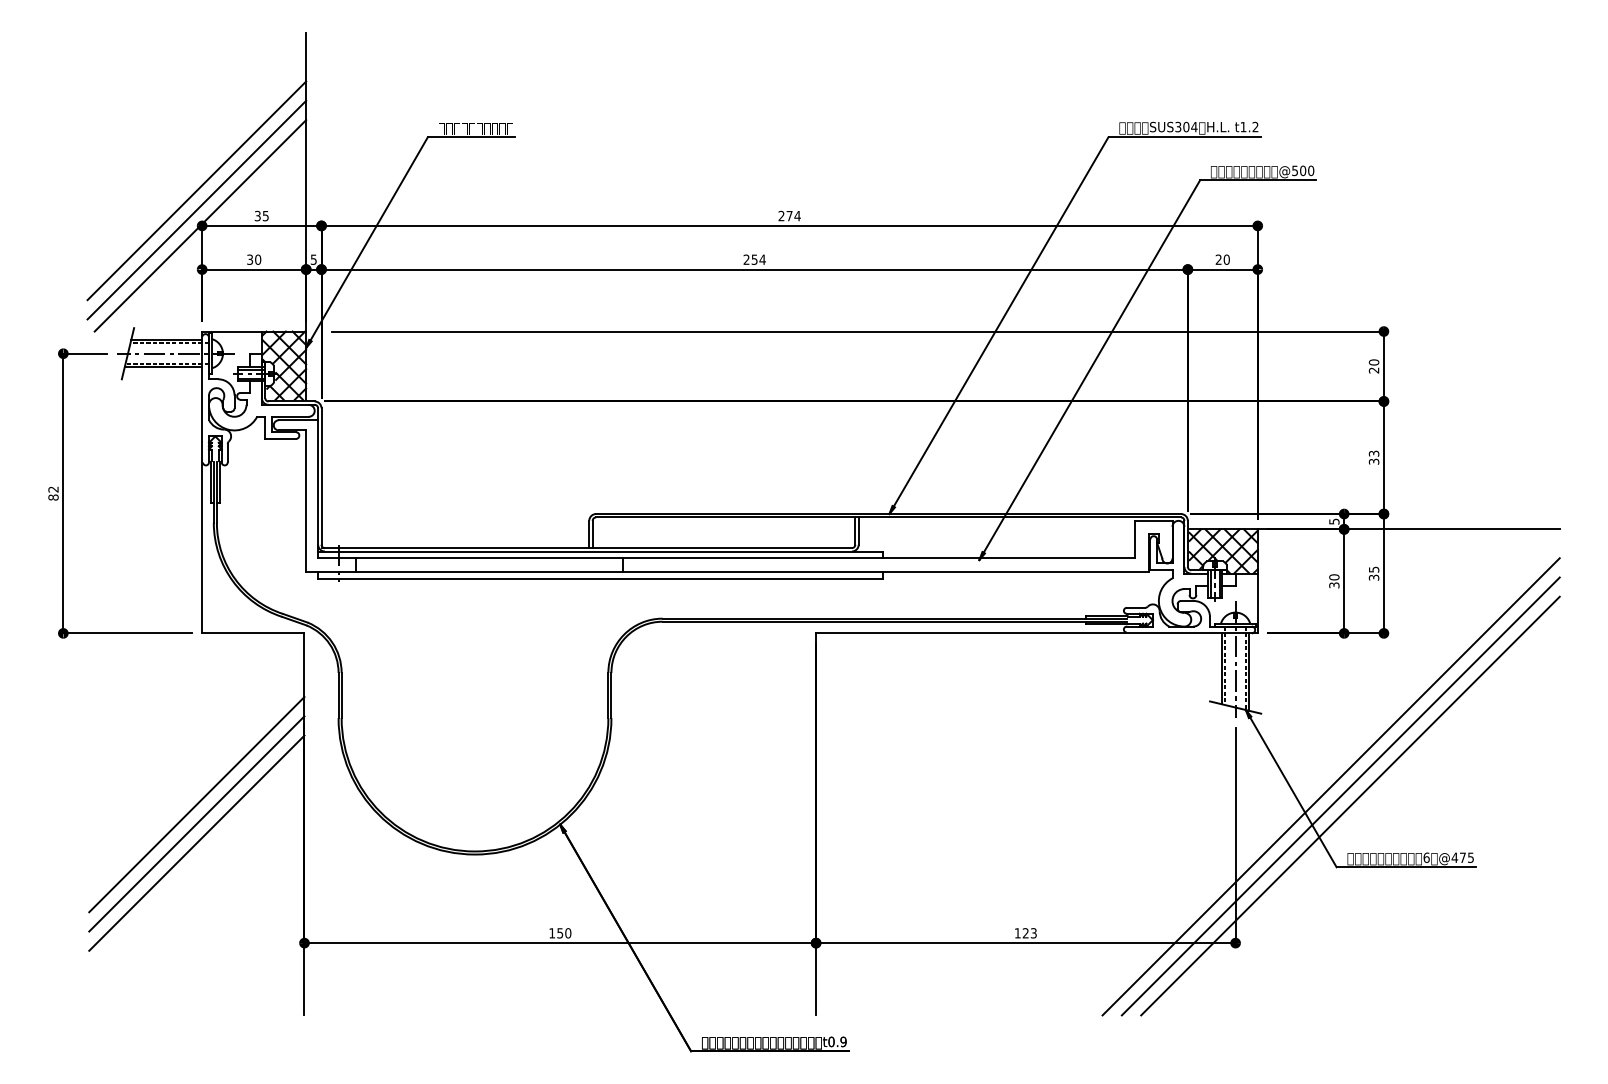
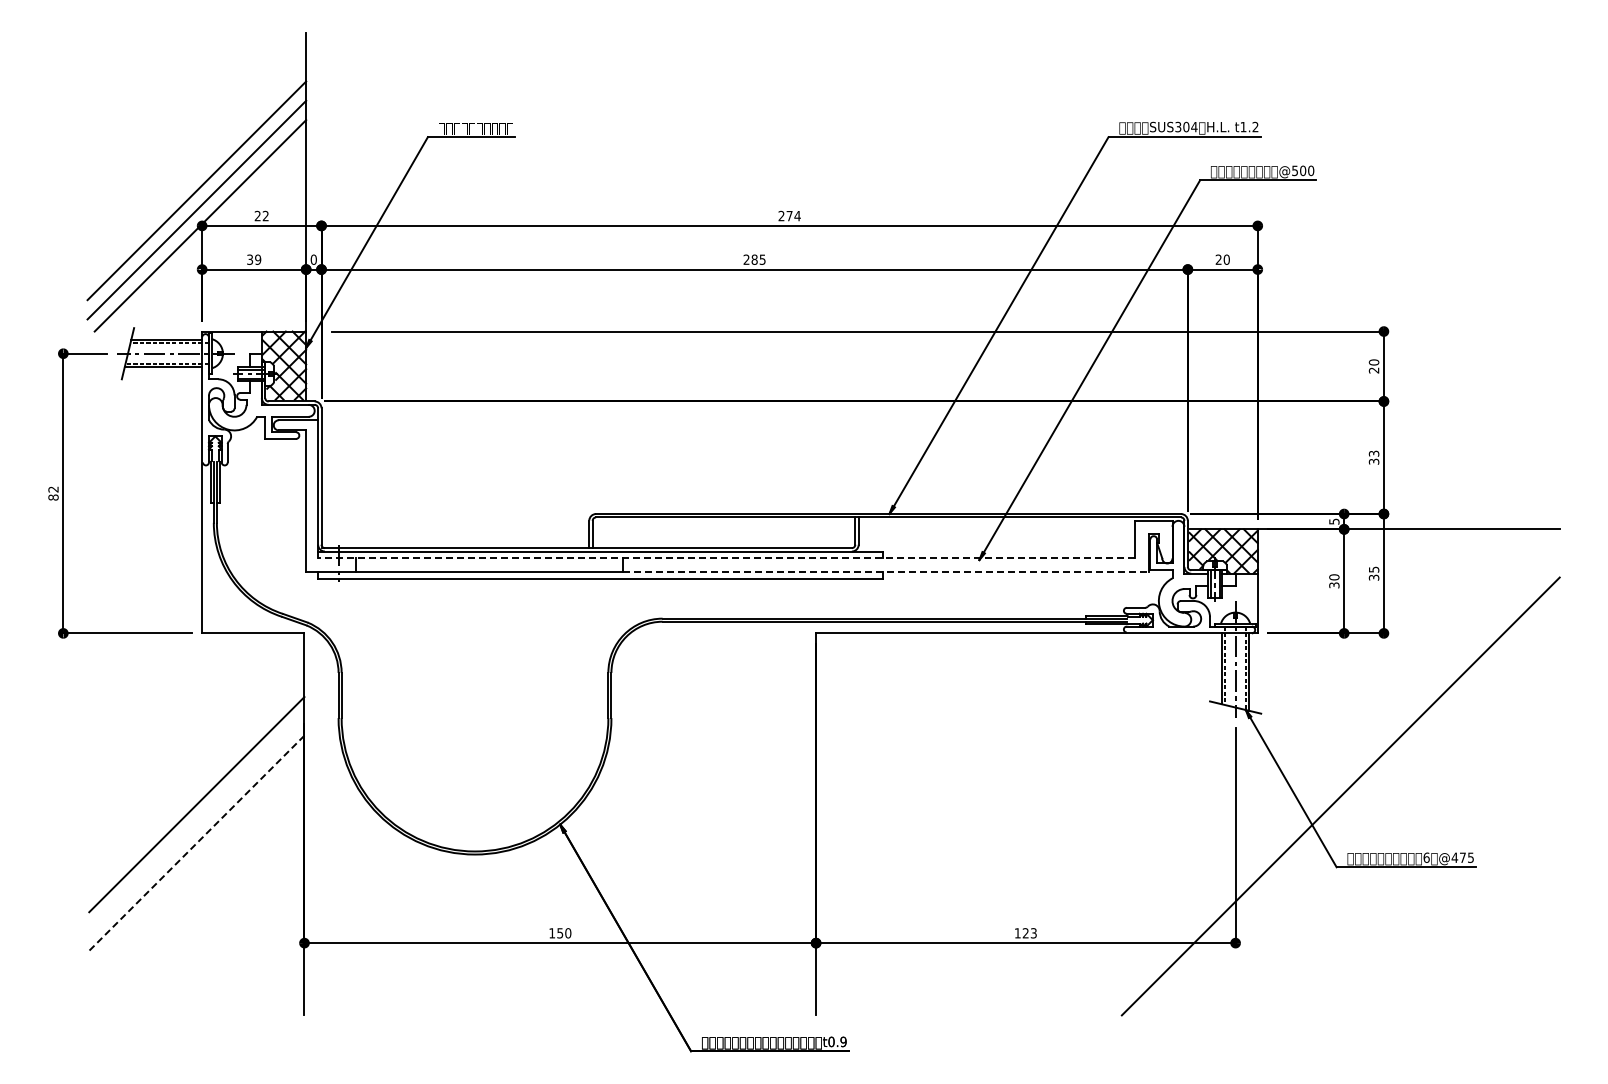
text at (261, 215): 35 -> 22
text at (258, 259): 30 -> 39
text at (313, 259): 5 -> 0
text at (758, 259): 254 -> 285
line at (726, 558): solid -> dashed
line at (886, 572): solid -> dashed
line at (1330, 786): present -> none
line at (1350, 805): present -> none
line at (196, 823): present -> none
line at (196, 843): solid -> dashed
